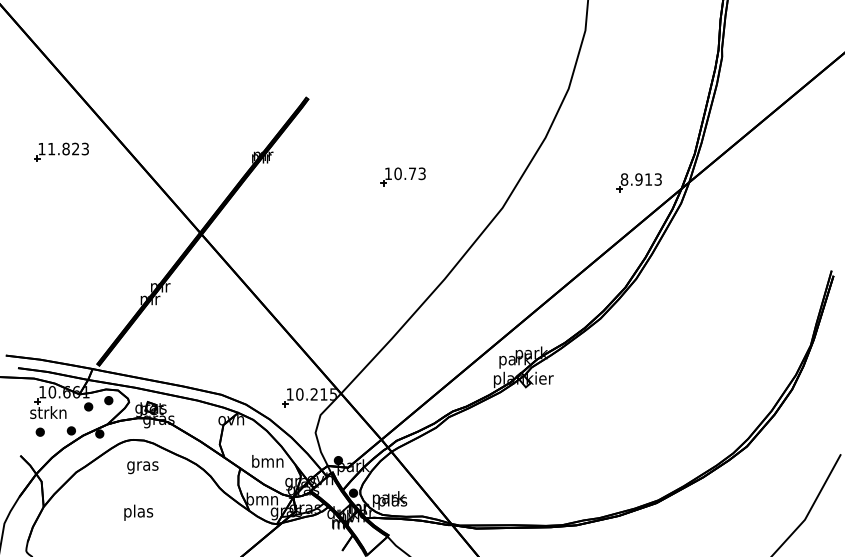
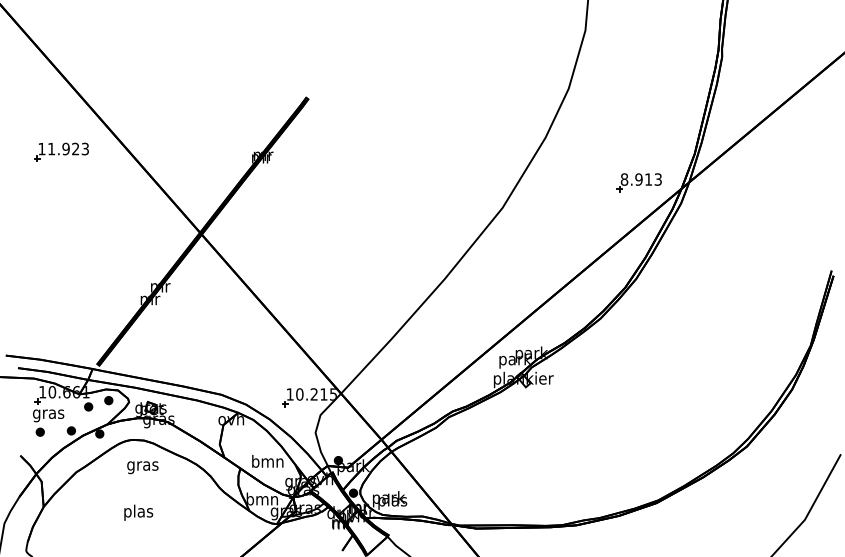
text at (65, 149): 11.823 -> 11.923
part at (402, 176): present -> none
text at (48, 414): strkn -> gras
